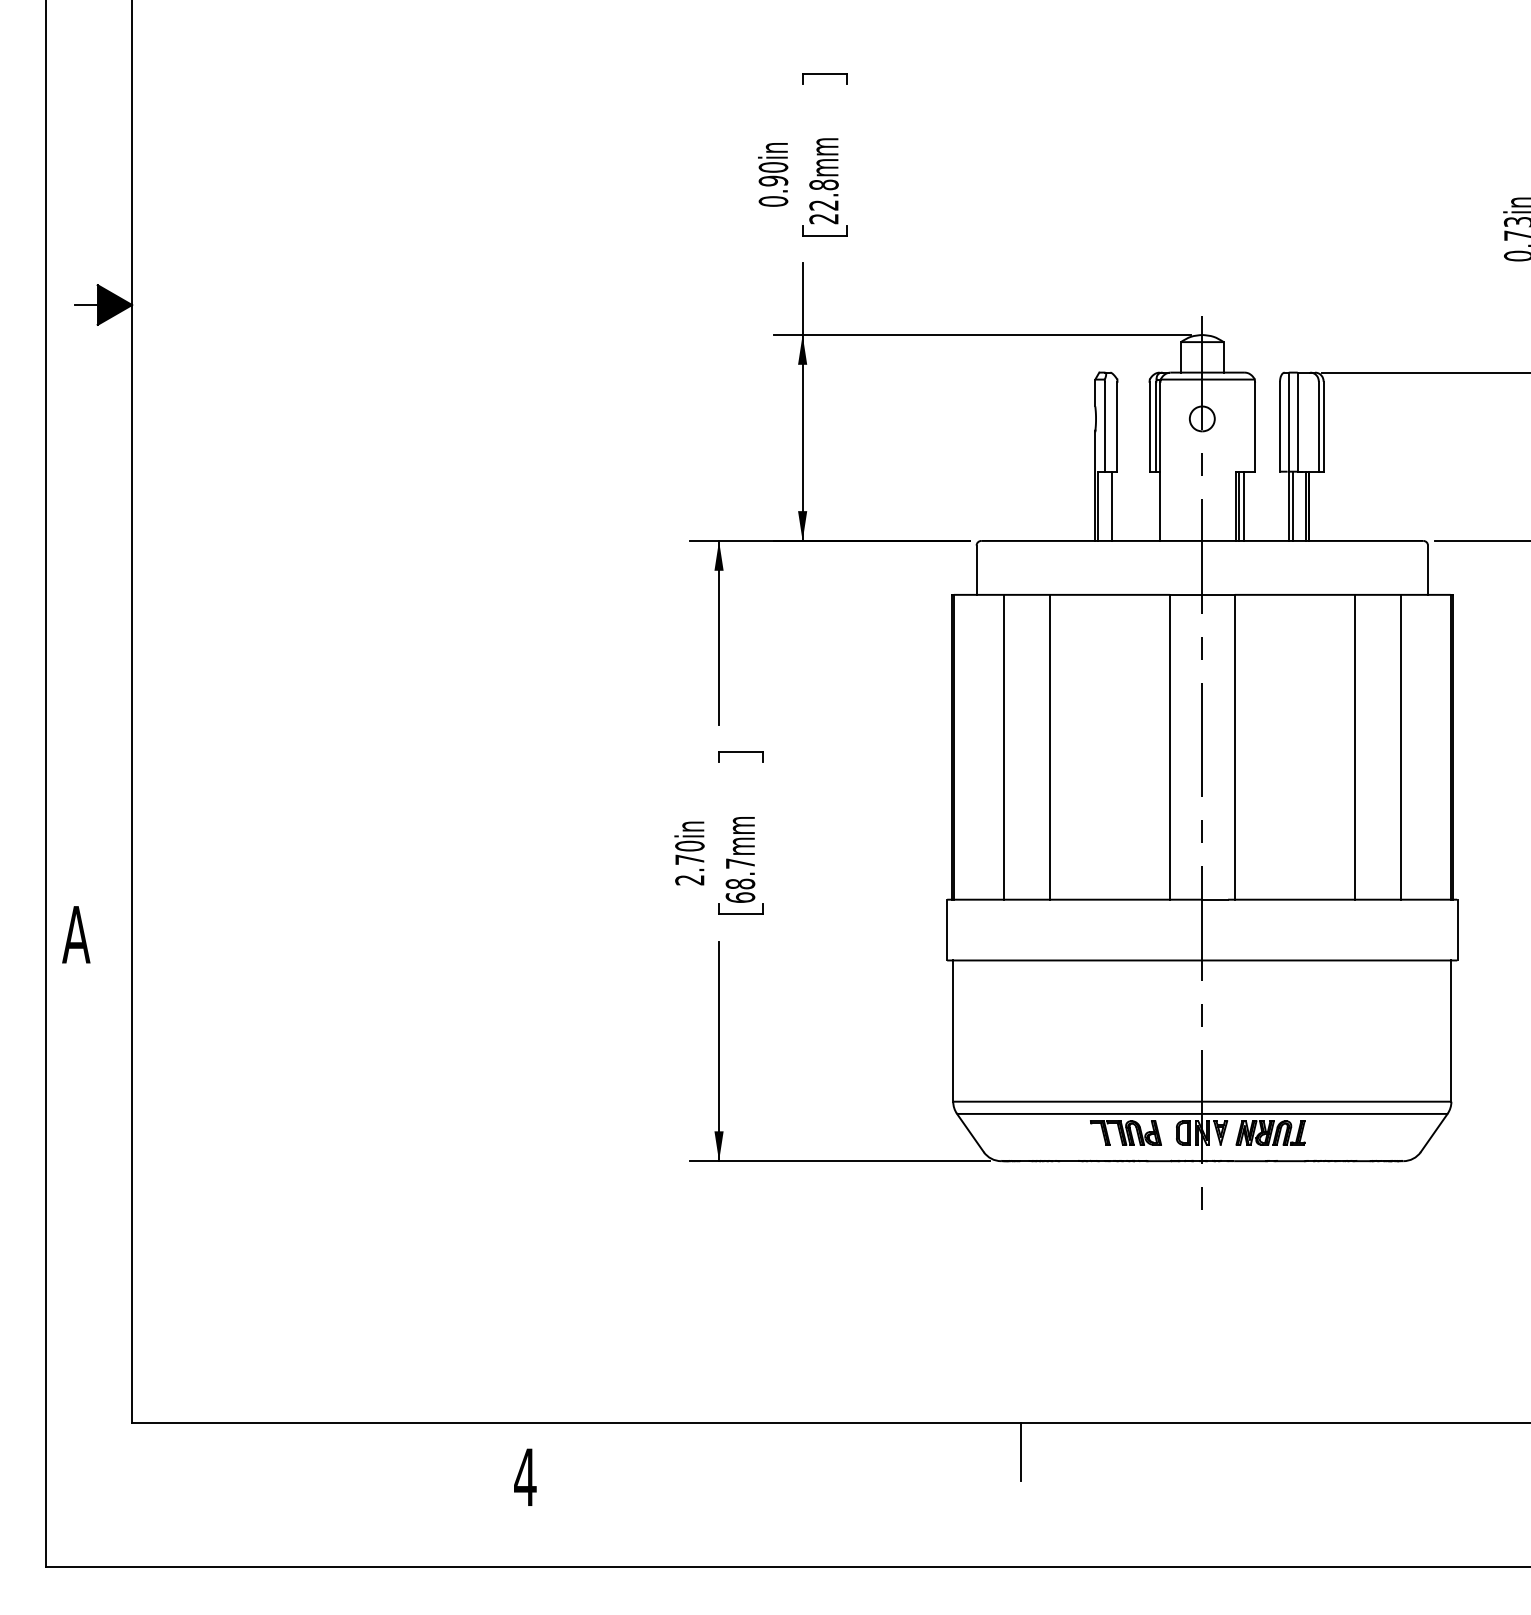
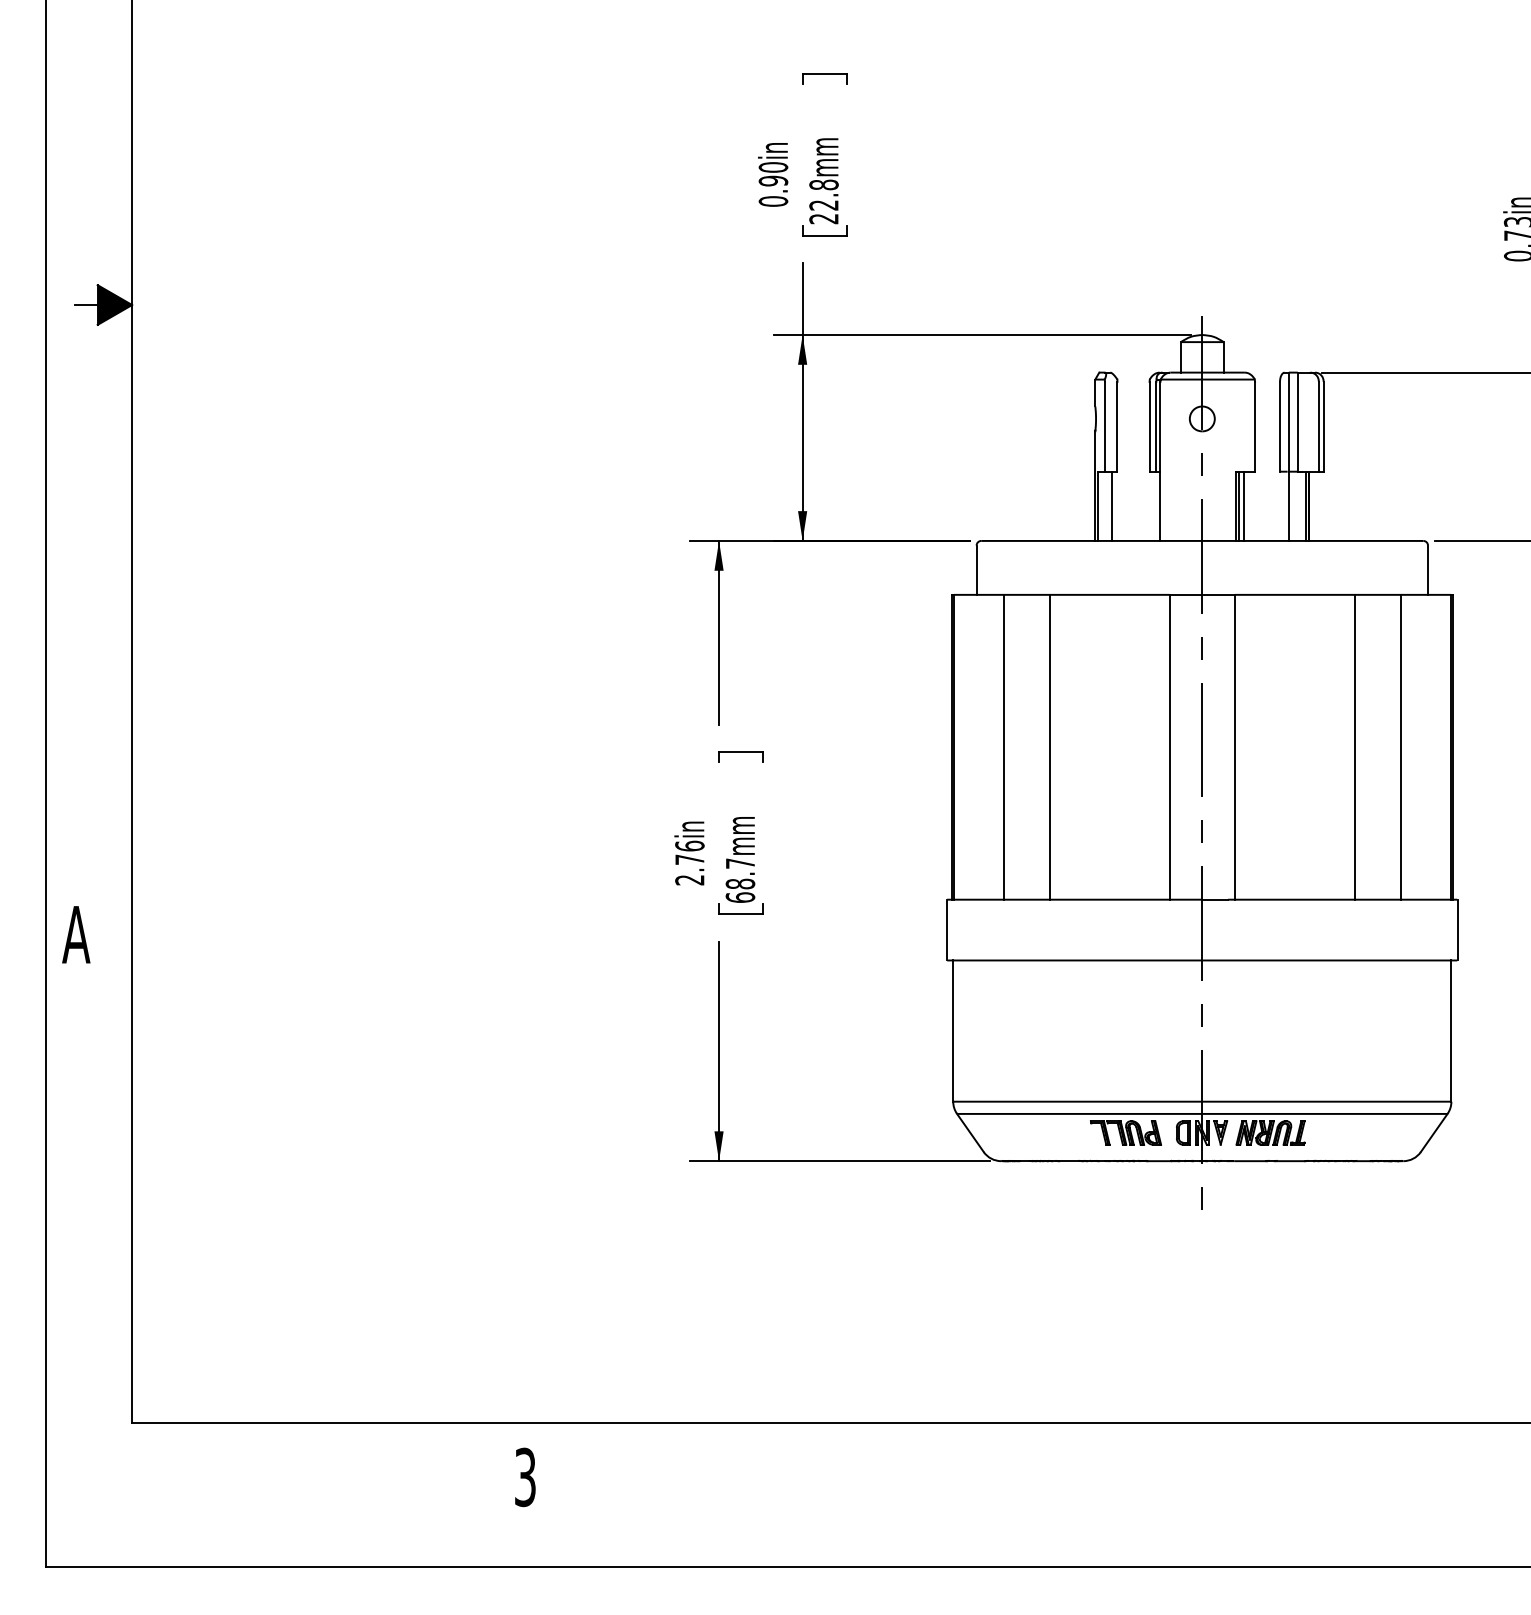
line at (1292, 505): present -> none
text at (689, 845): 2.70in -> 2.76in
line at (1020, 1451): present -> none
text at (525, 1477): 4 -> 3
